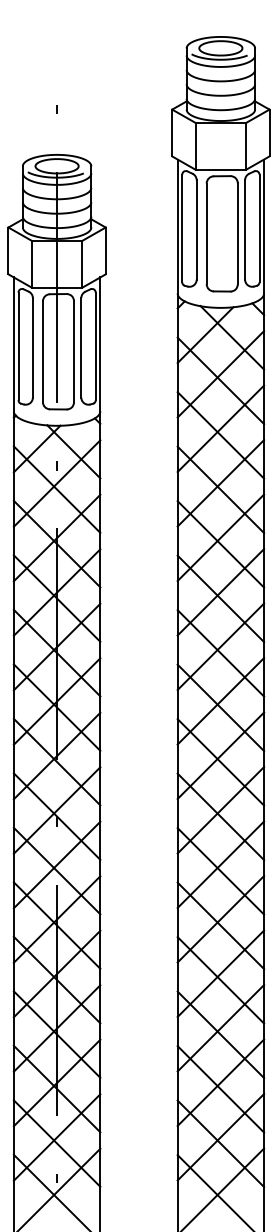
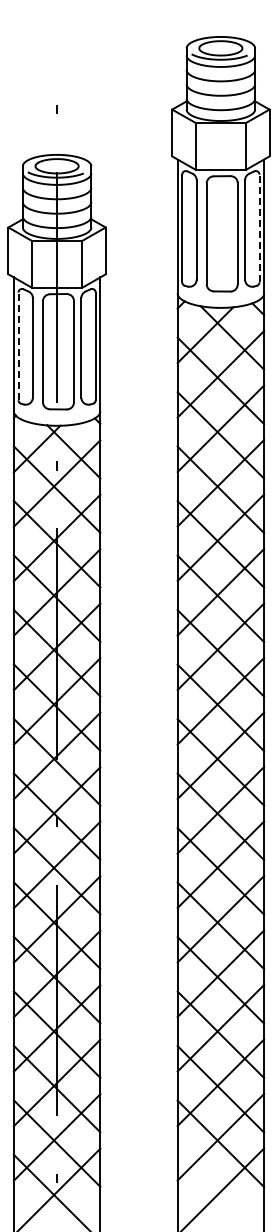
line at (259, 228): solid -> dashed
line at (18, 346): solid -> dashed
line at (214, 1191): present -> none
